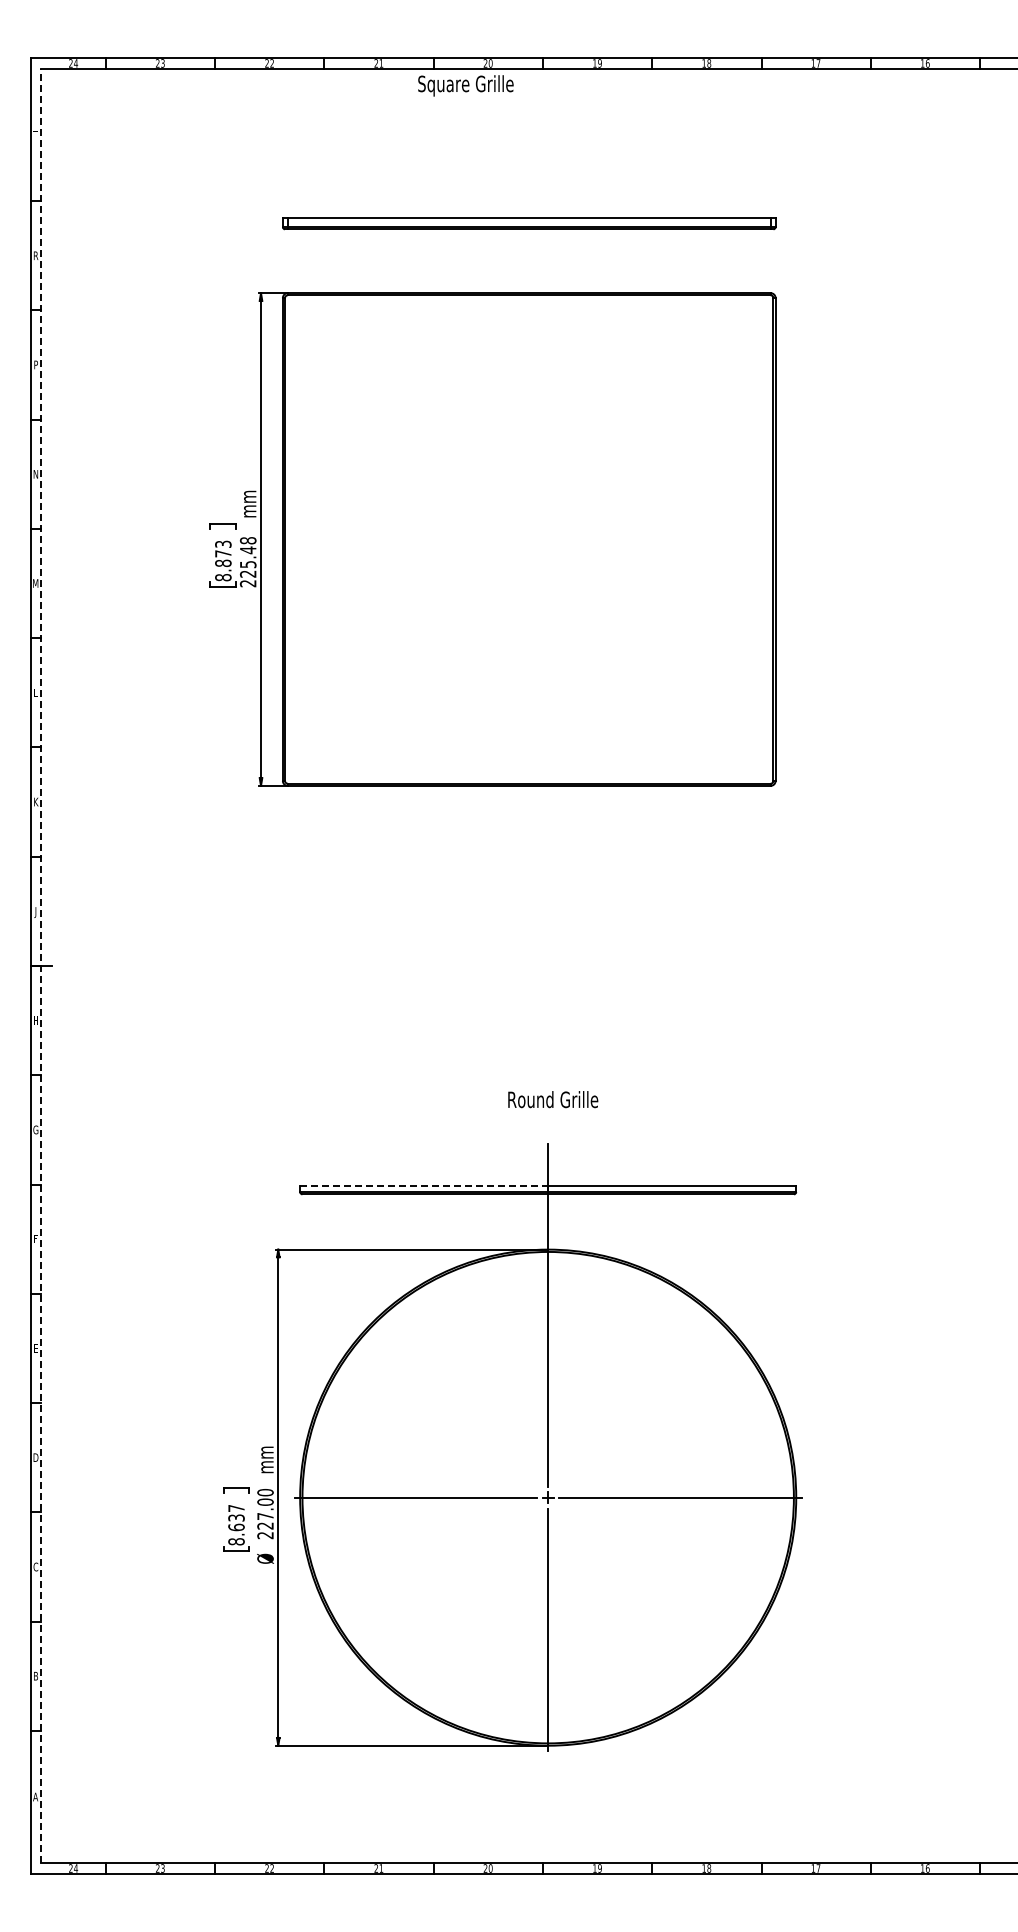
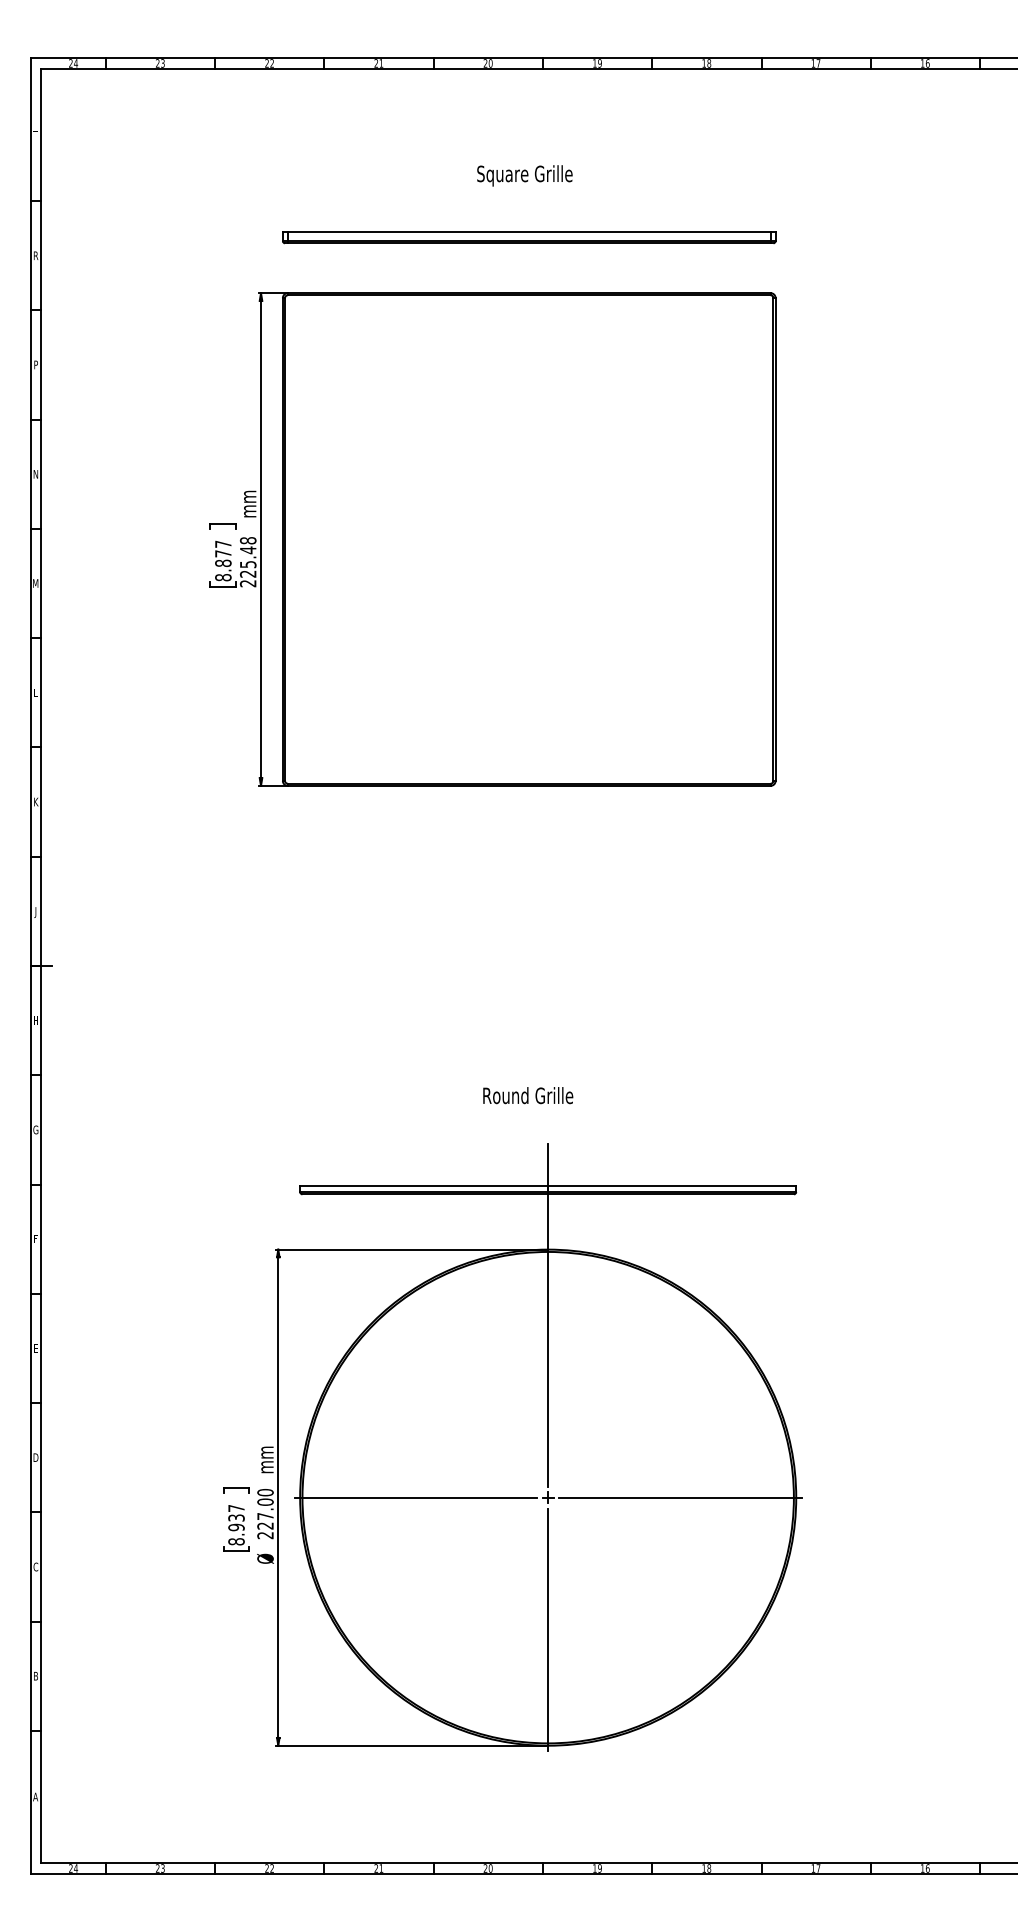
text at (465, 85) position: (465, 85) -> (524, 175)
part at (529, 223) position: (529, 223) -> (529, 237)
text at (223, 543): 8.873 -> 8.877
line at (41, 965): dashed -> solid
text at (553, 1099) position: (553, 1099) -> (528, 1095)
line at (424, 1186): dashed -> solid
text at (236, 1527): 8.637 -> 8.937
